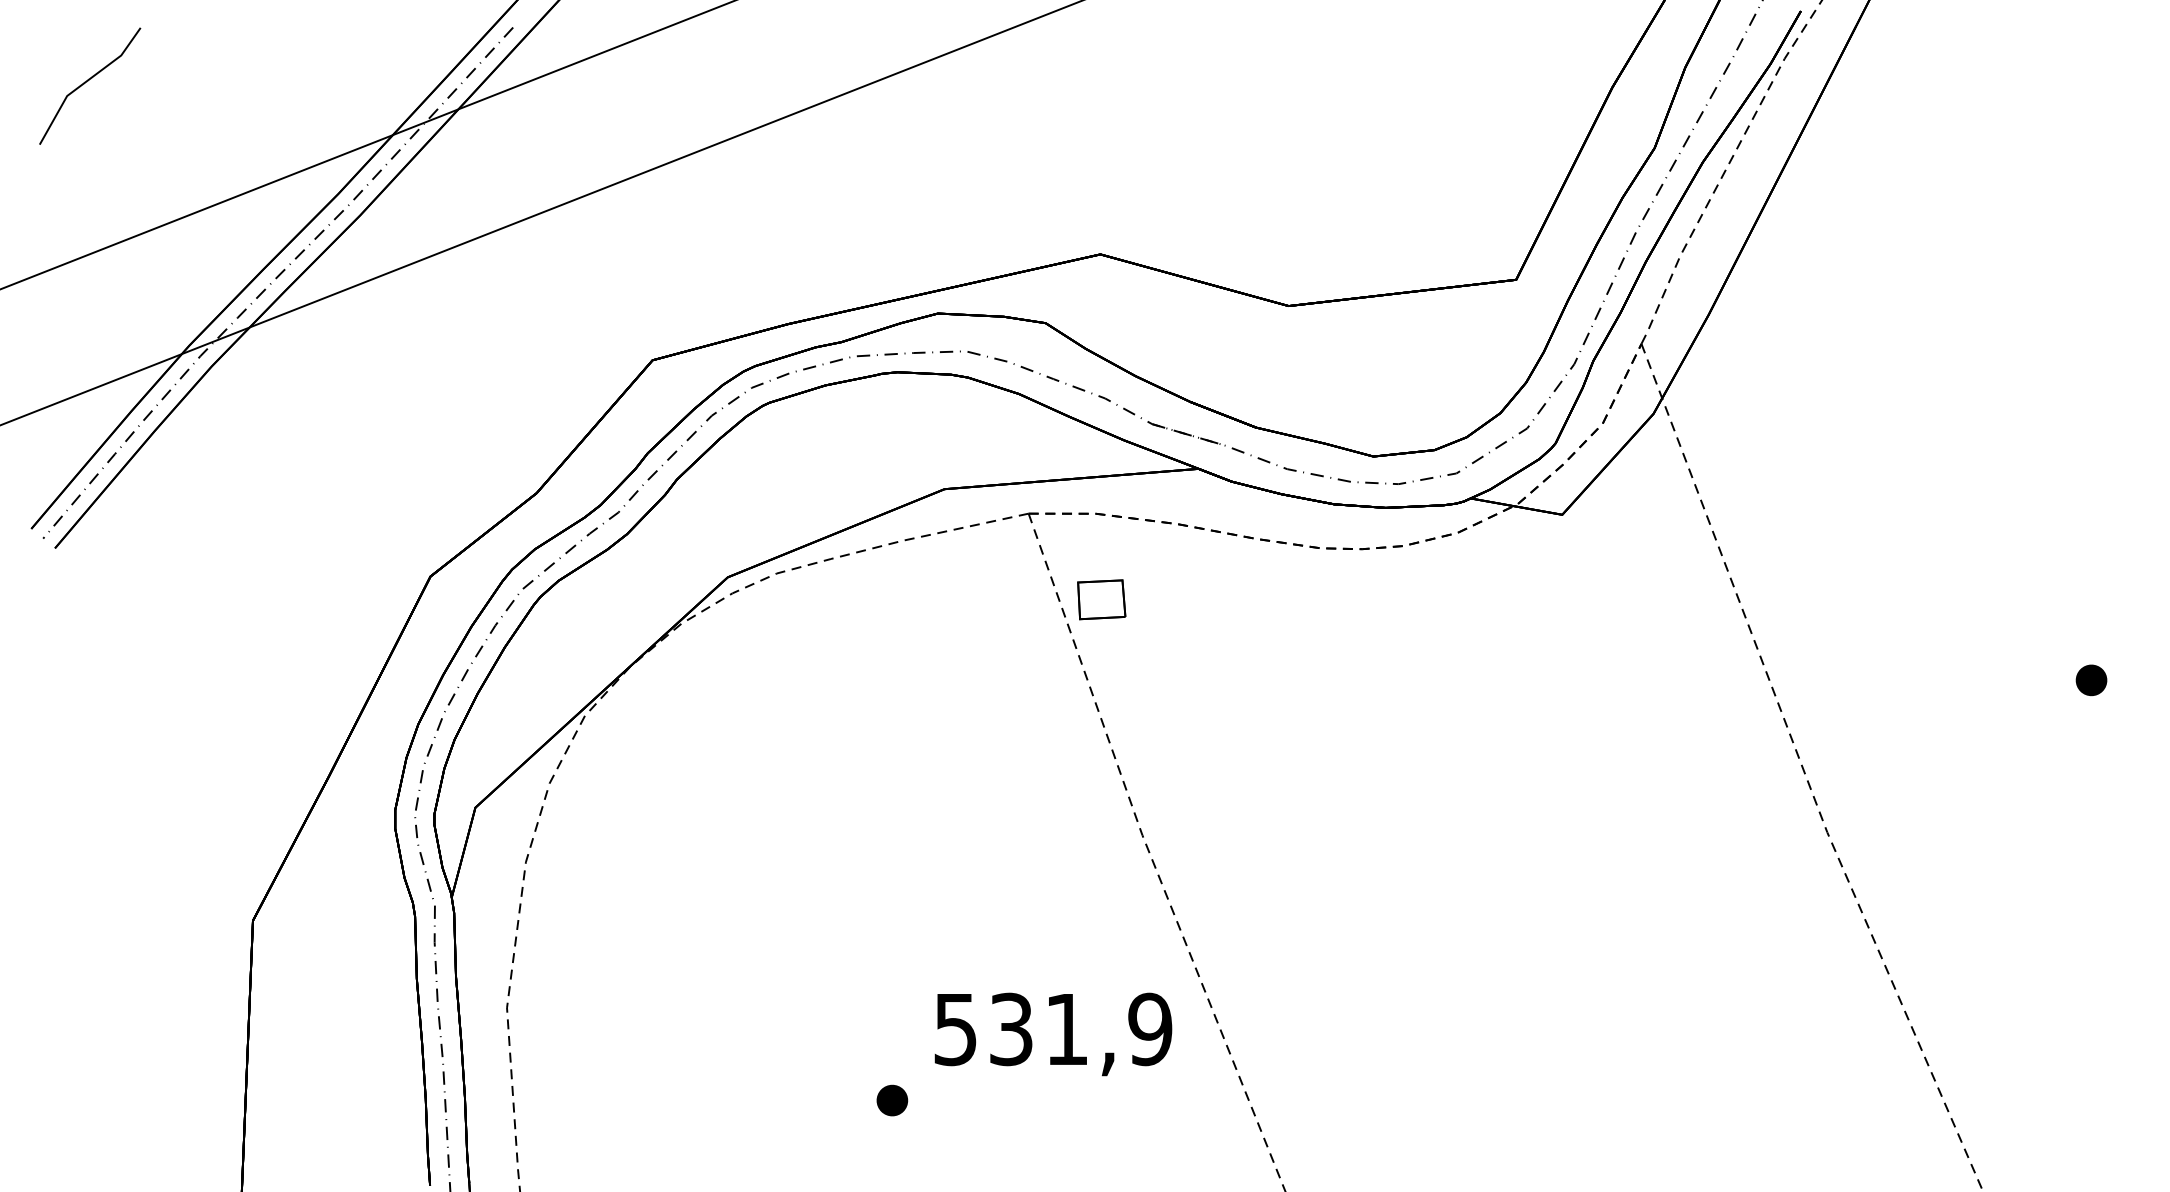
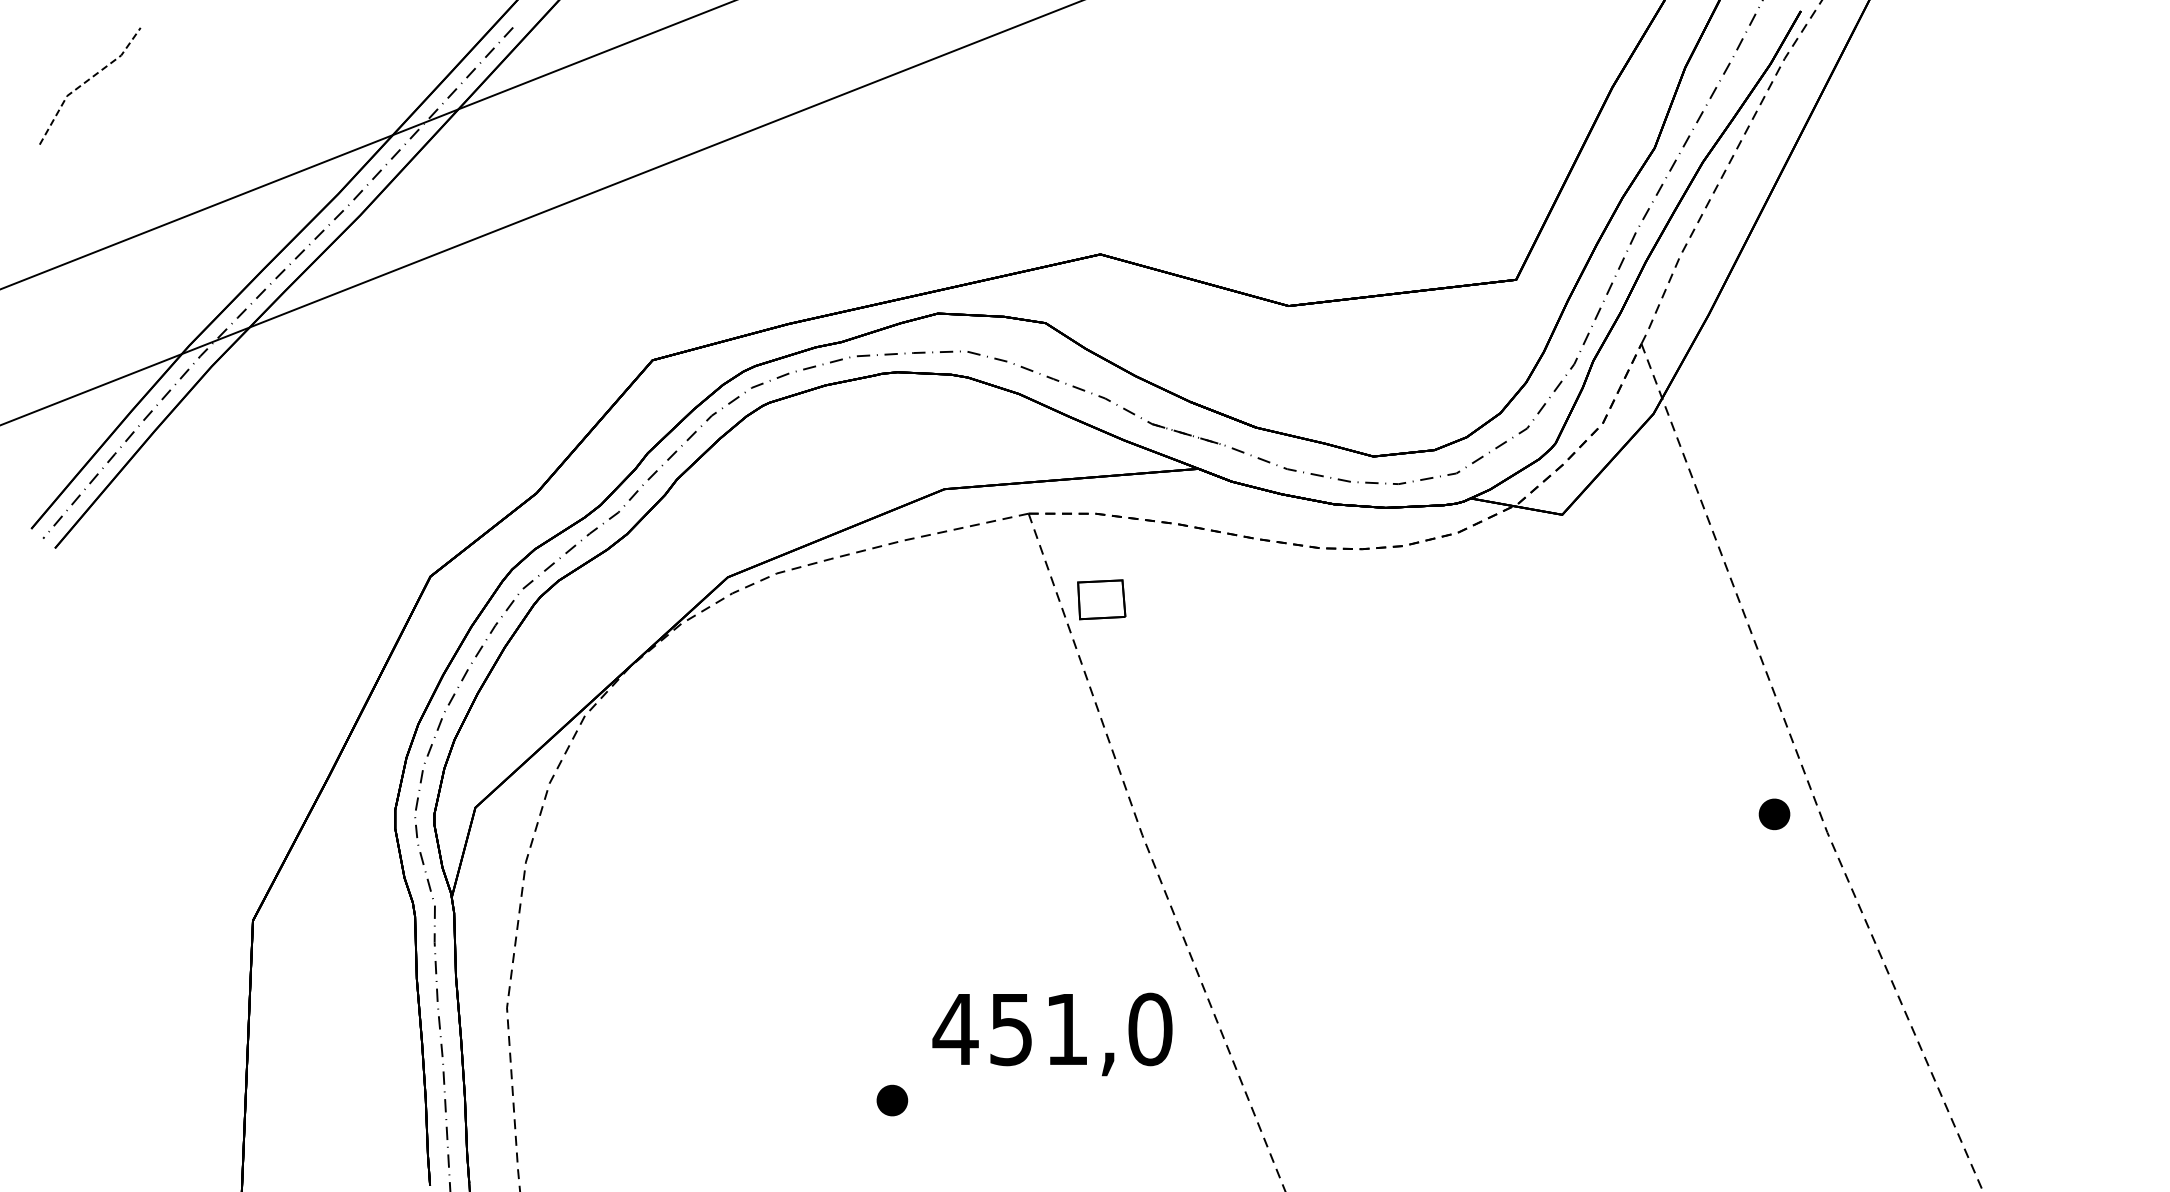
line at (85, 82): solid -> dashed
part at (2091, 680) position: (2091, 680) -> (1774, 814)
text at (1052, 1029): 531,9 -> 451,0
